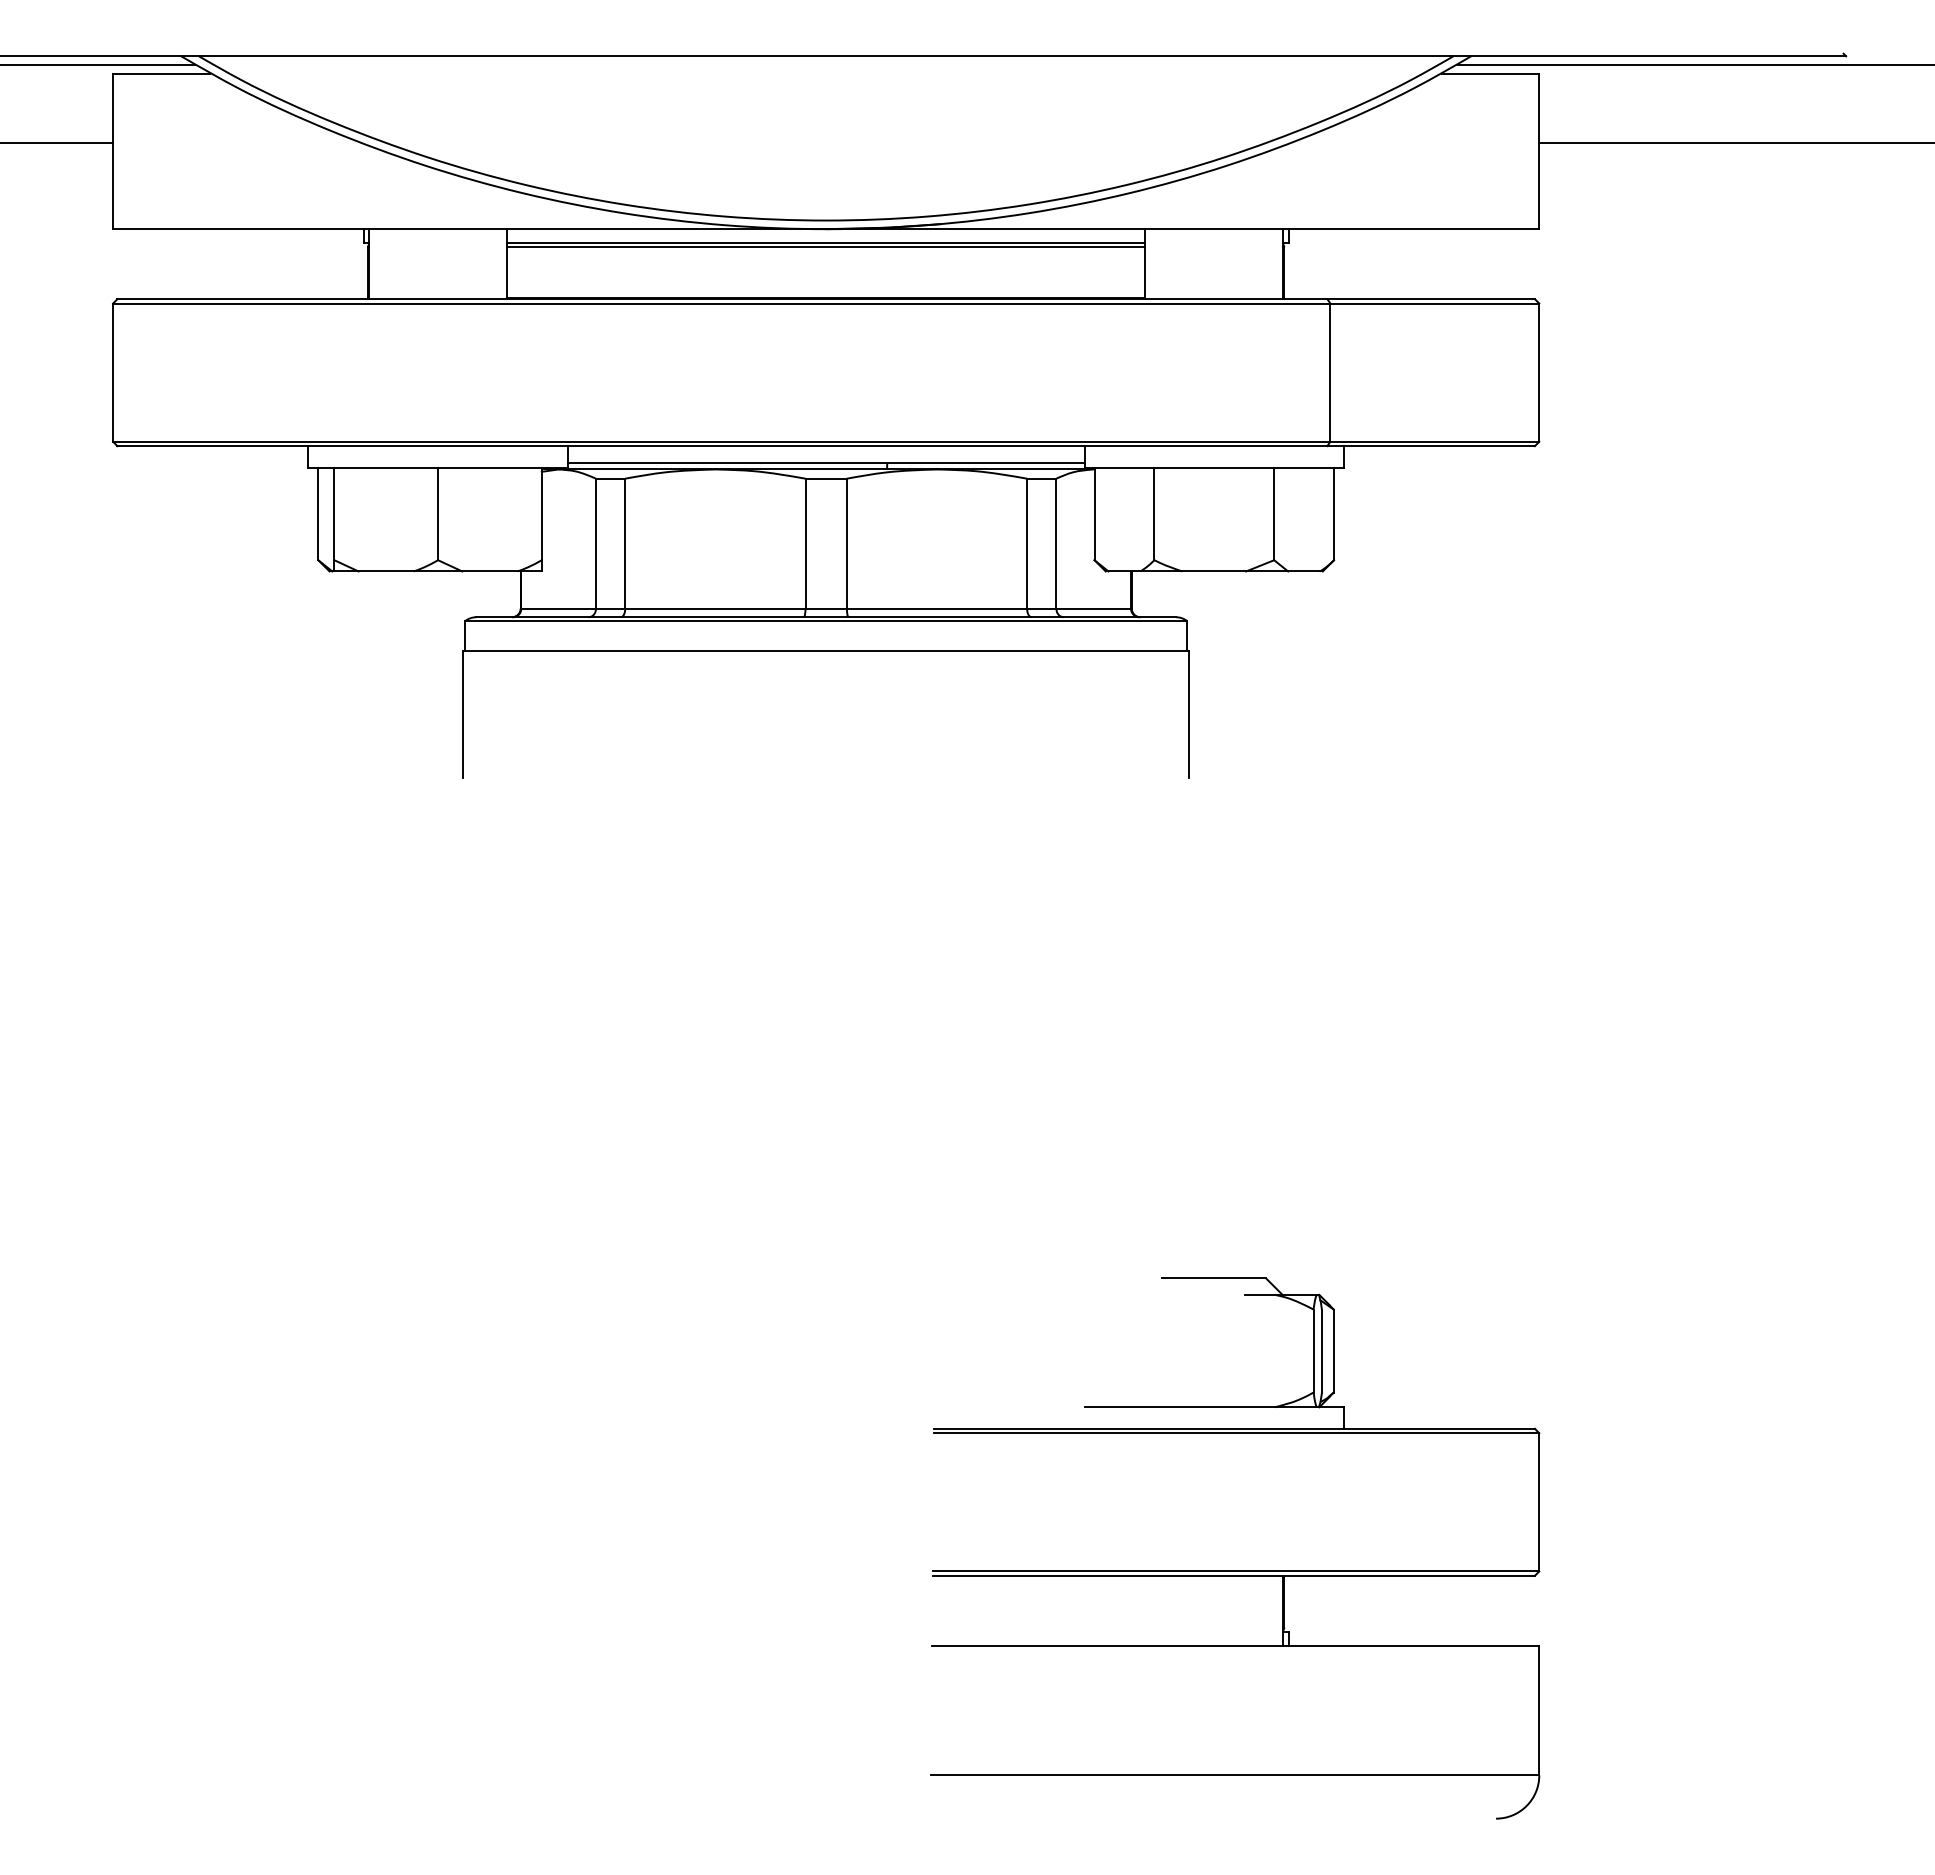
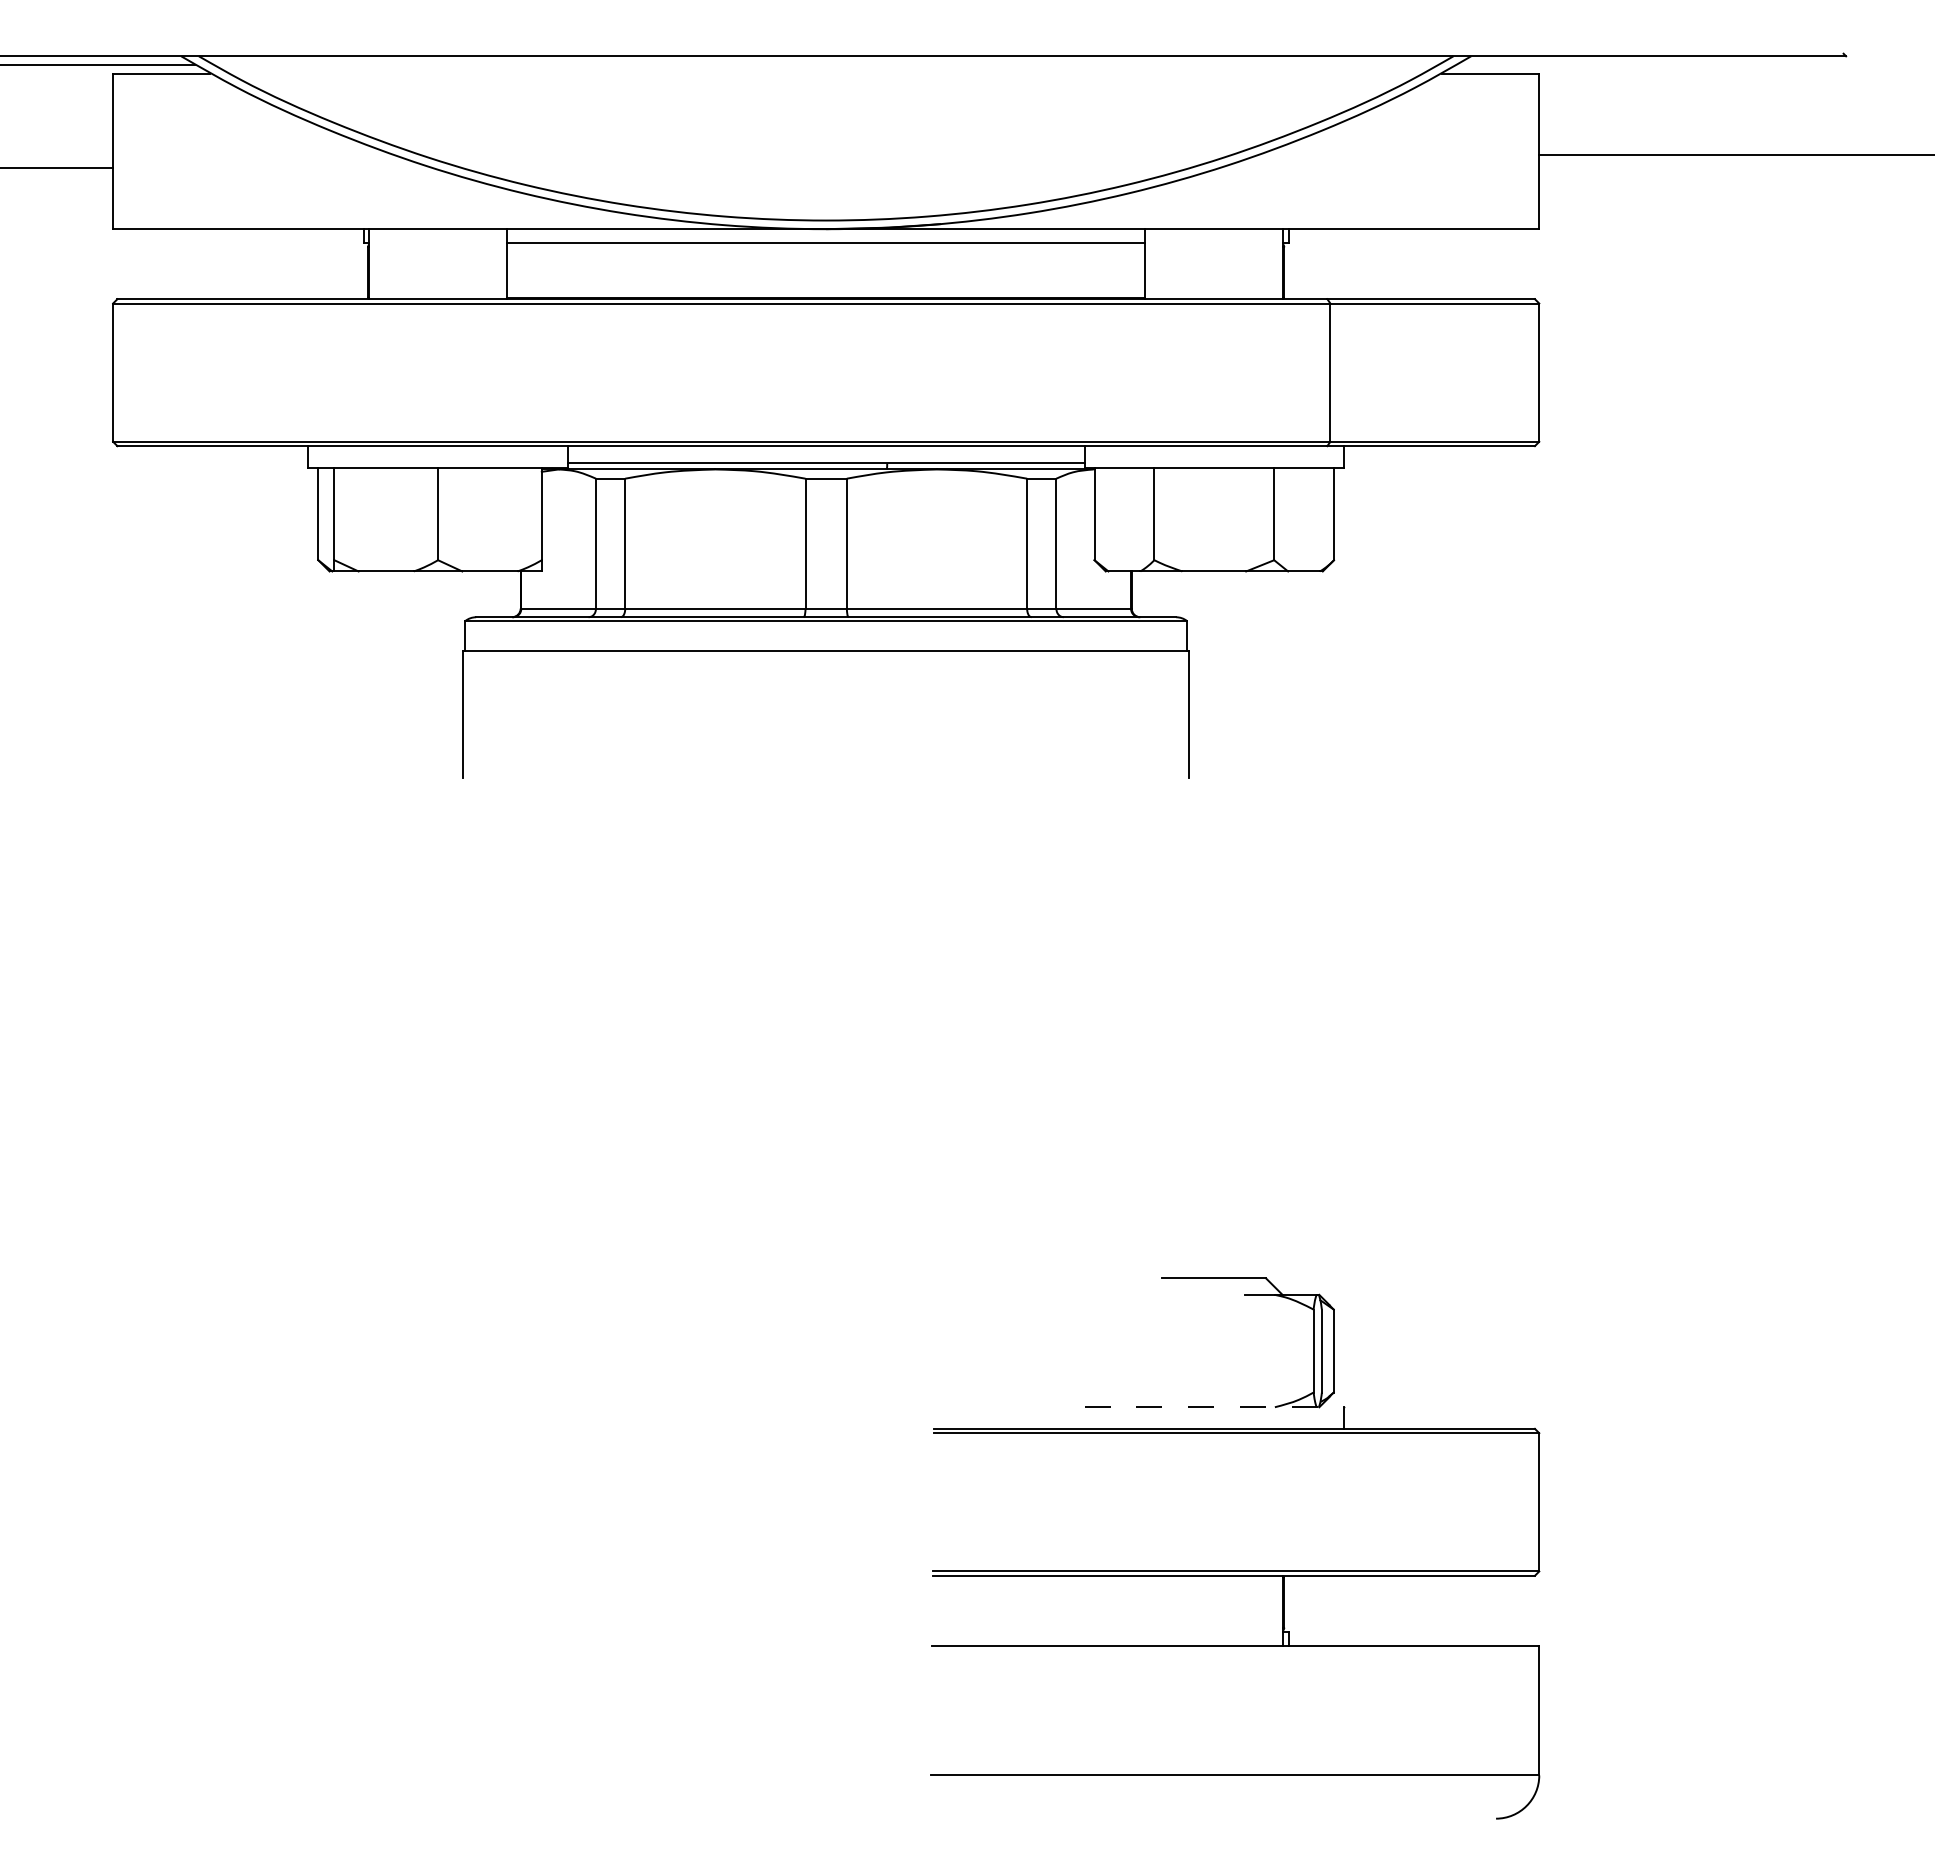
line at (1694, 64): present -> none
line at (57, 142) position: (57, 142) -> (57, 167)
line at (1735, 142) position: (1735, 142) -> (1735, 154)
line at (826, 247): present -> none
line at (1214, 1407): solid -> dashed
